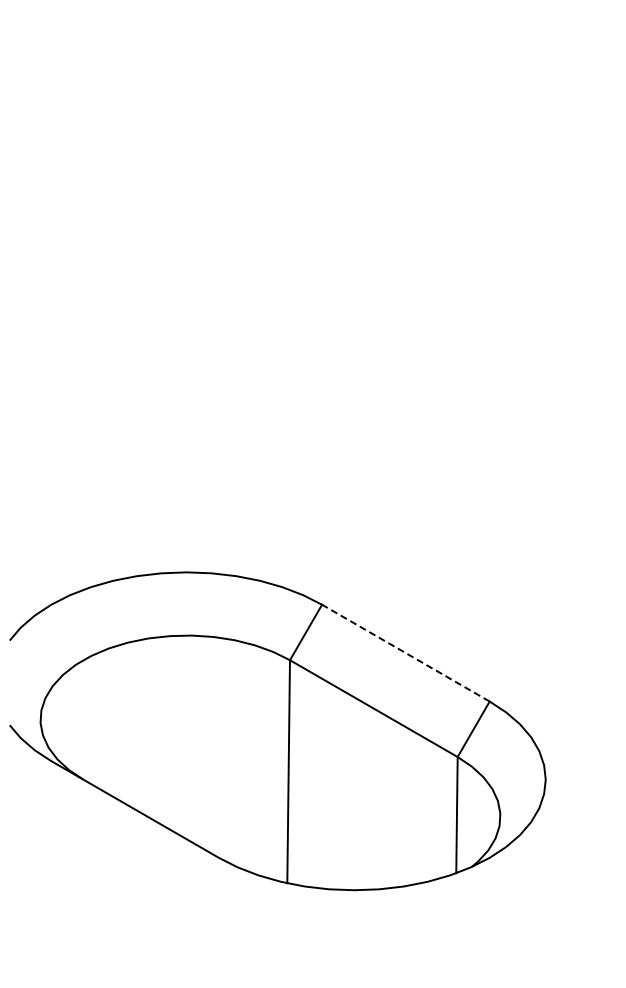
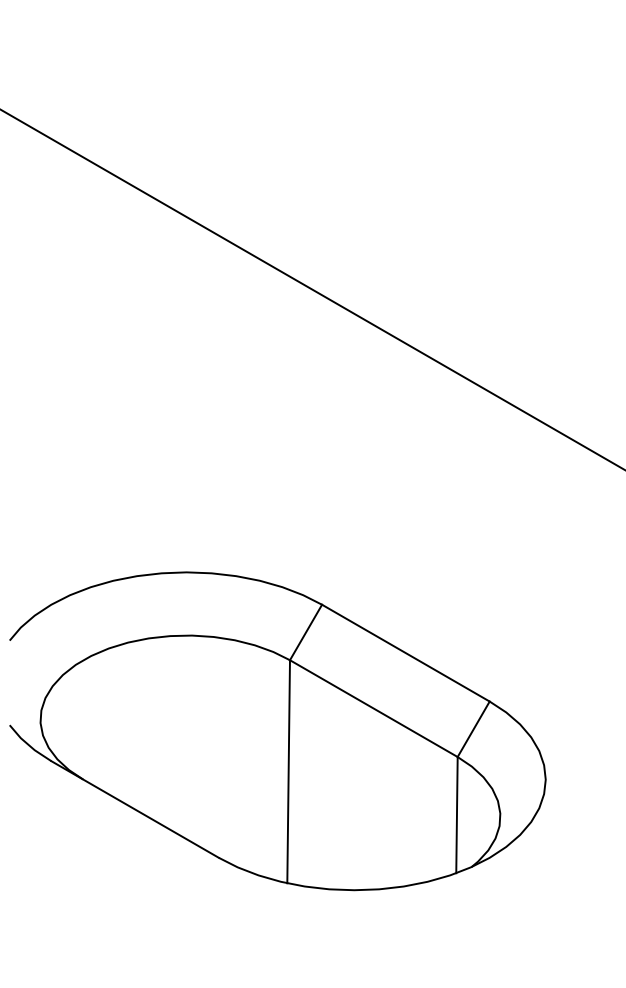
line at (312, 289): none -> present
line at (405, 653): dashed -> solid
